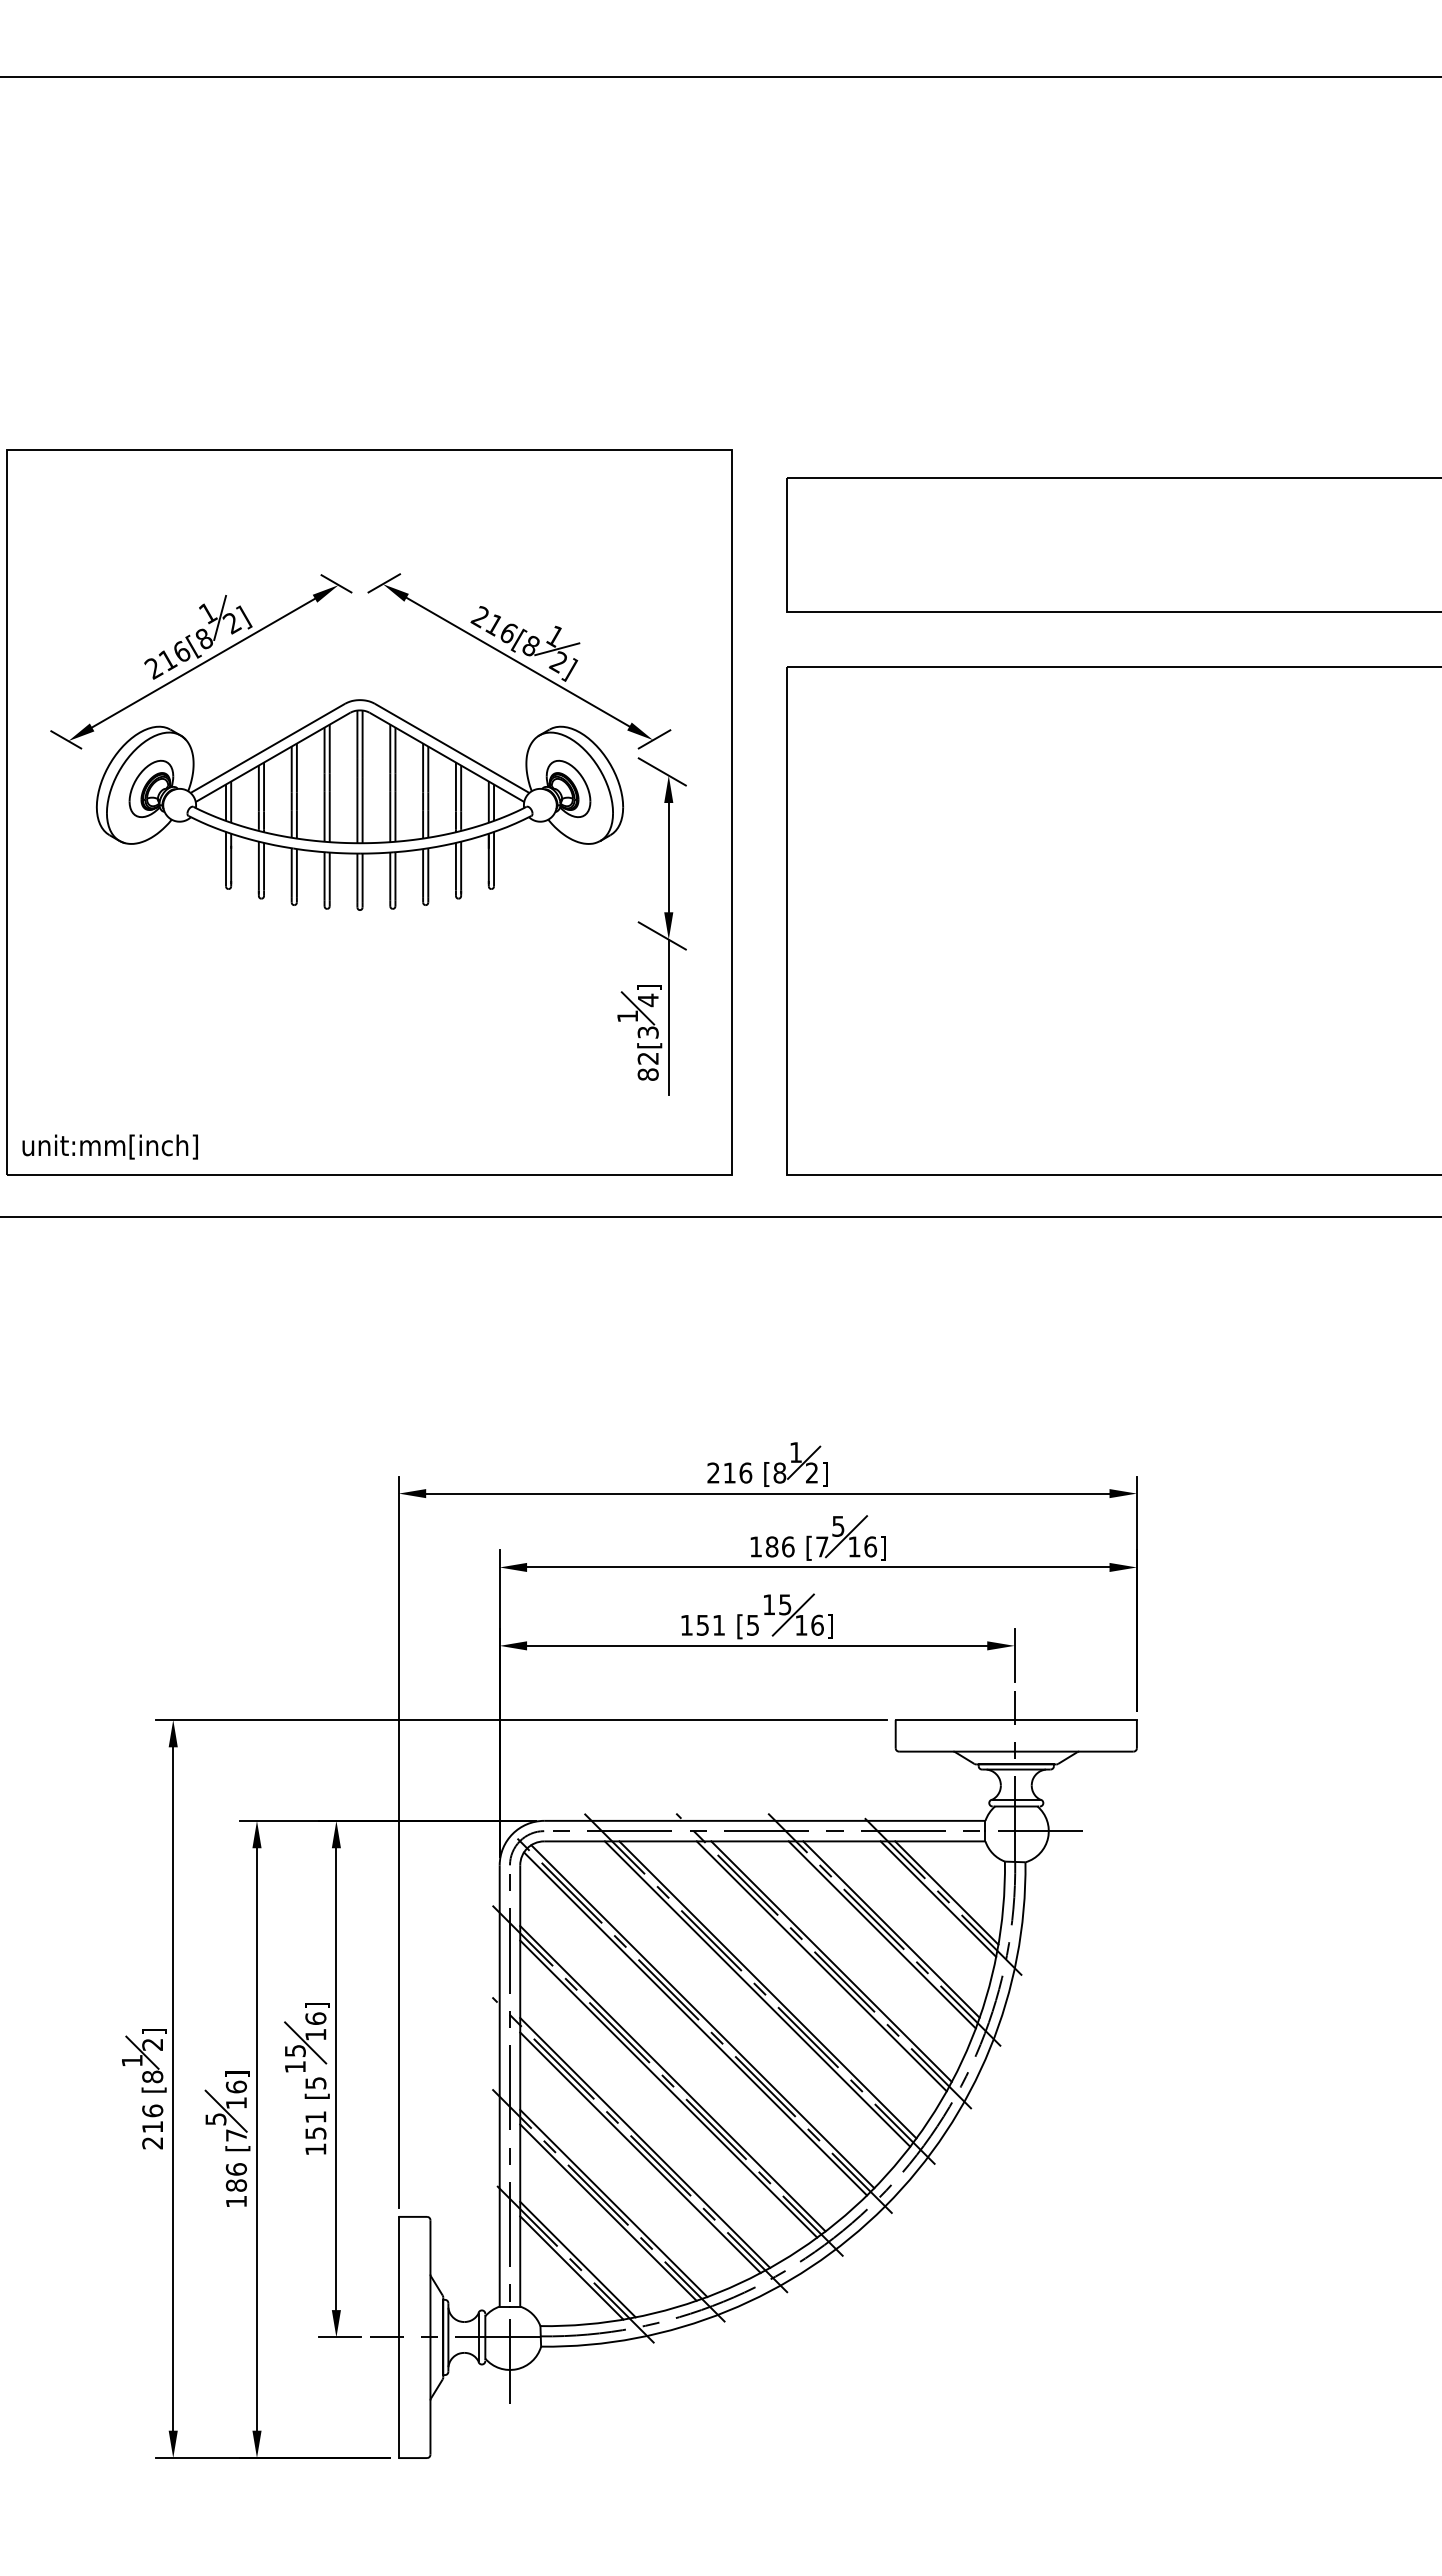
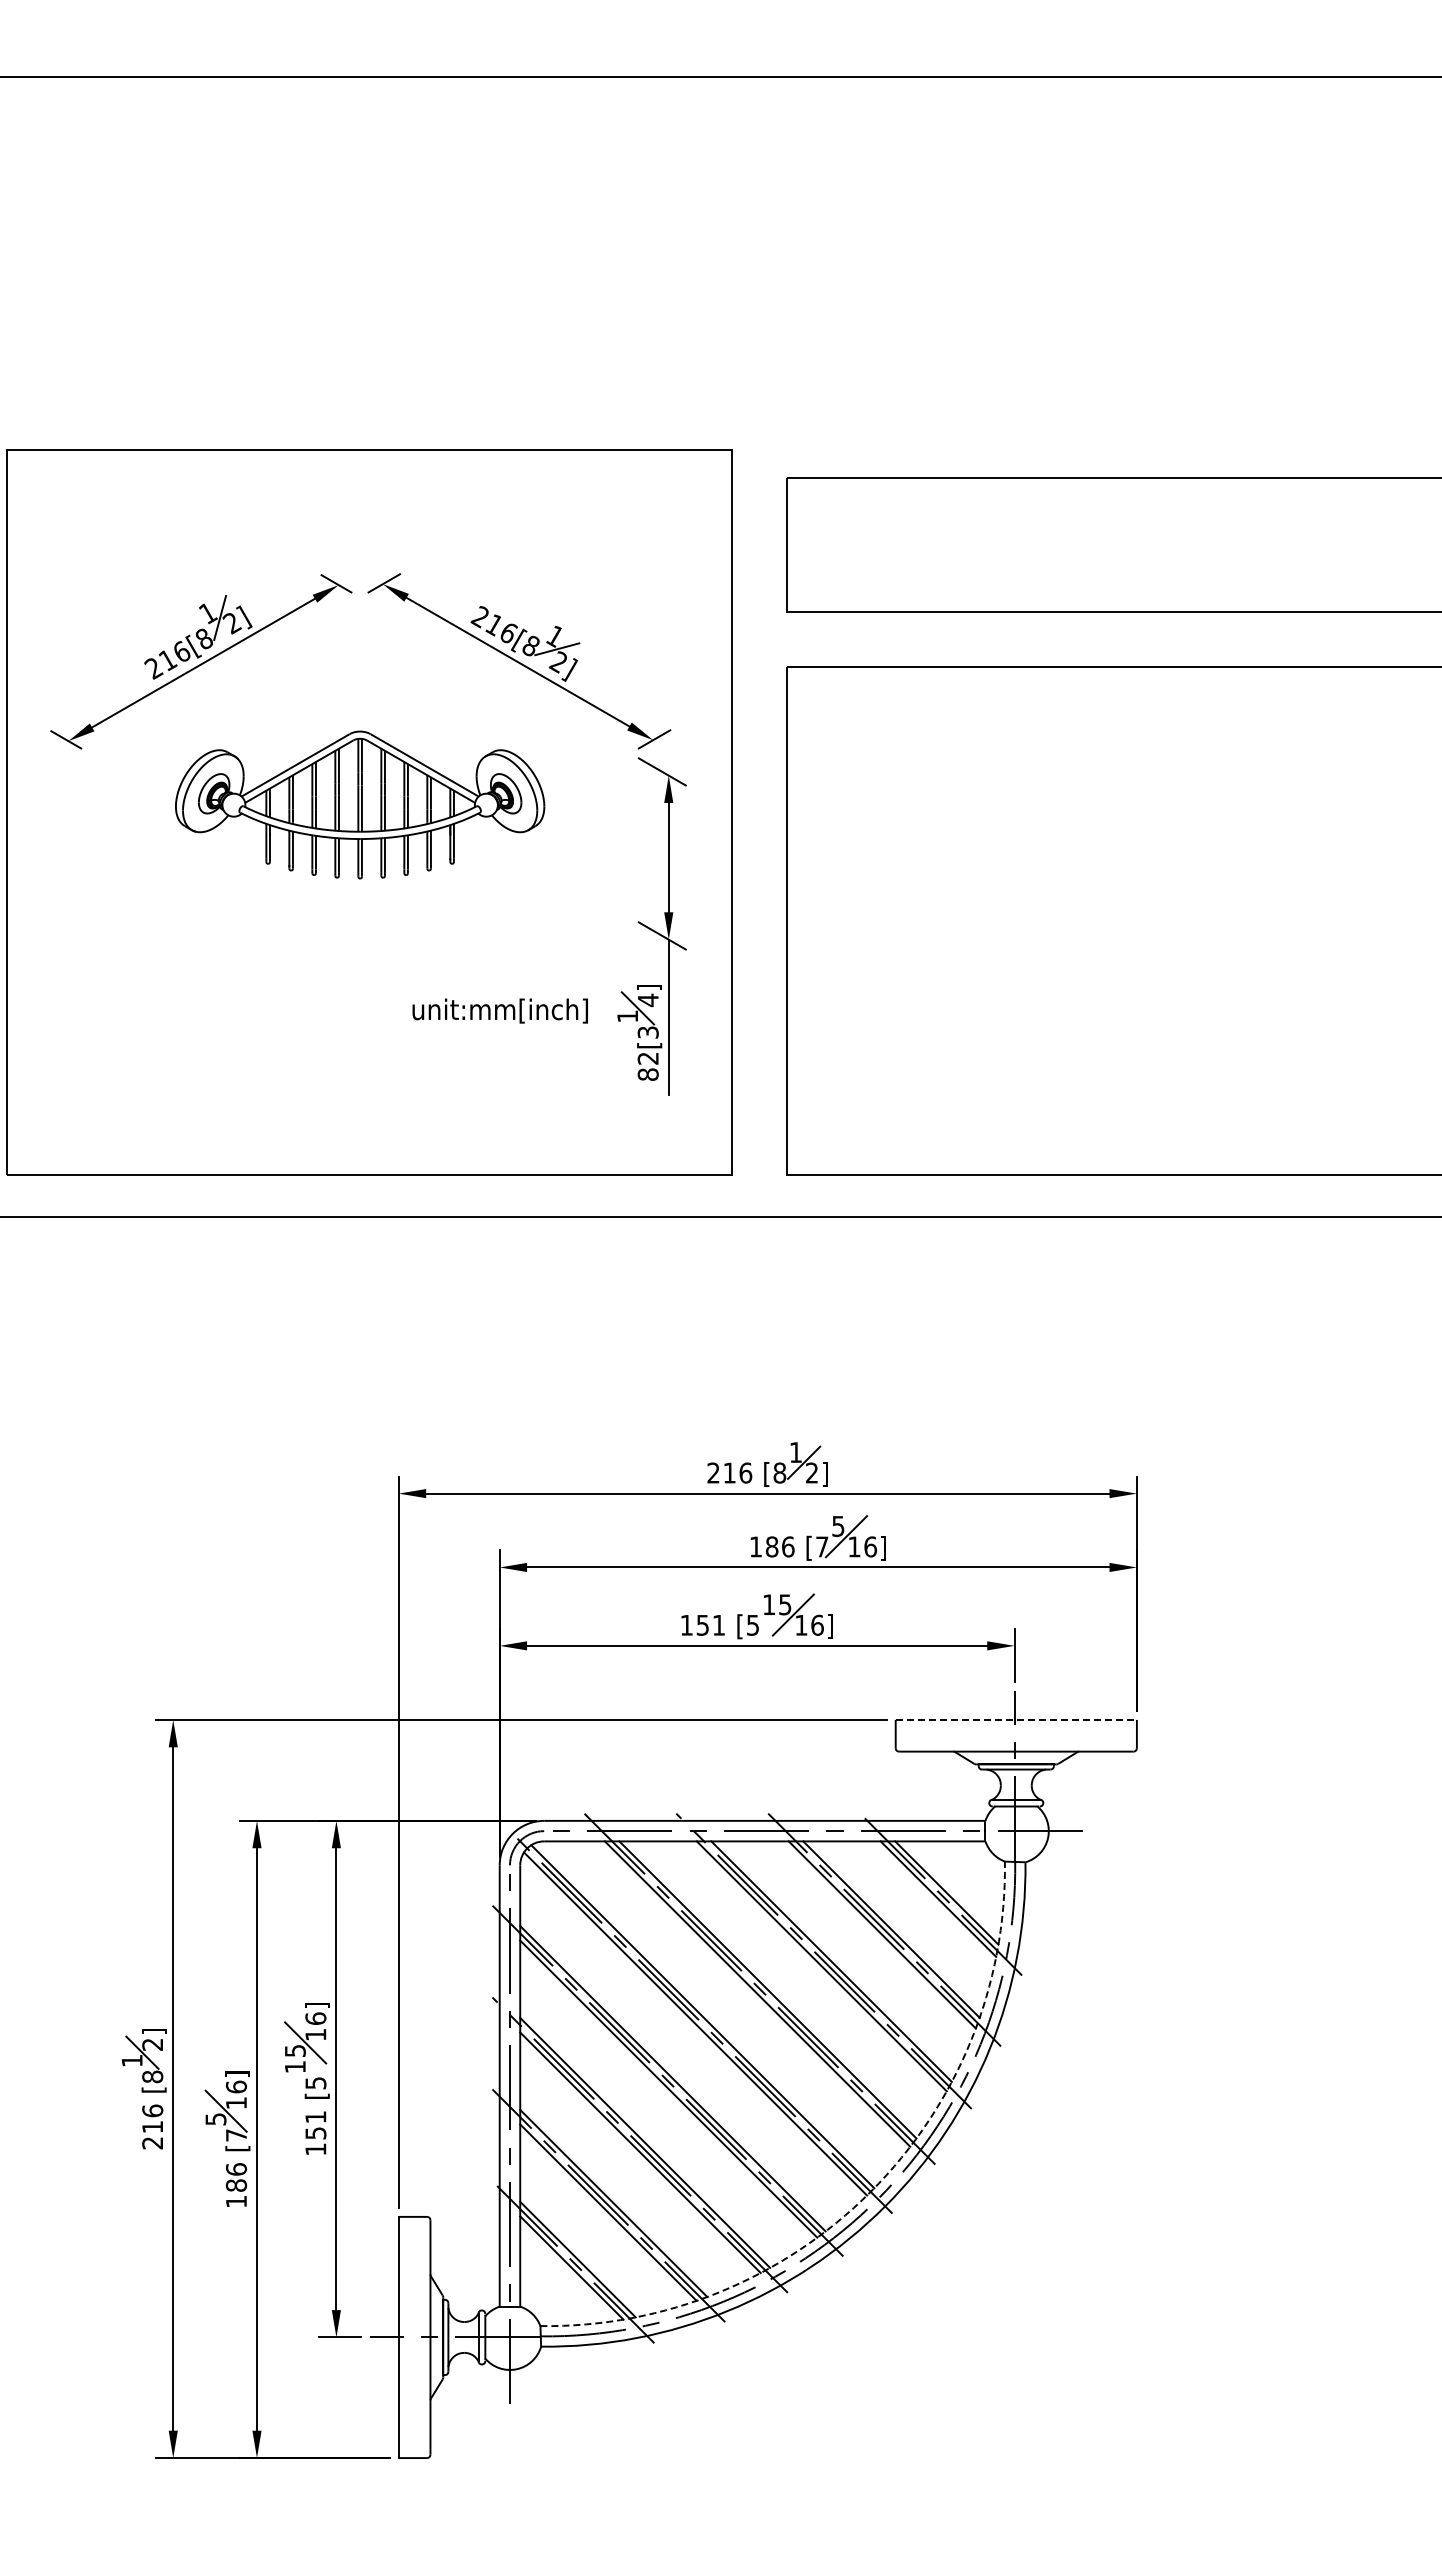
part at (360, 804) size: 529x212 px -> 371x150 px
text at (109, 1146) position: (109, 1146) -> (499, 1010)
line at (1016, 1719): solid -> dashed
arc at (870, 2191): solid -> dashed
